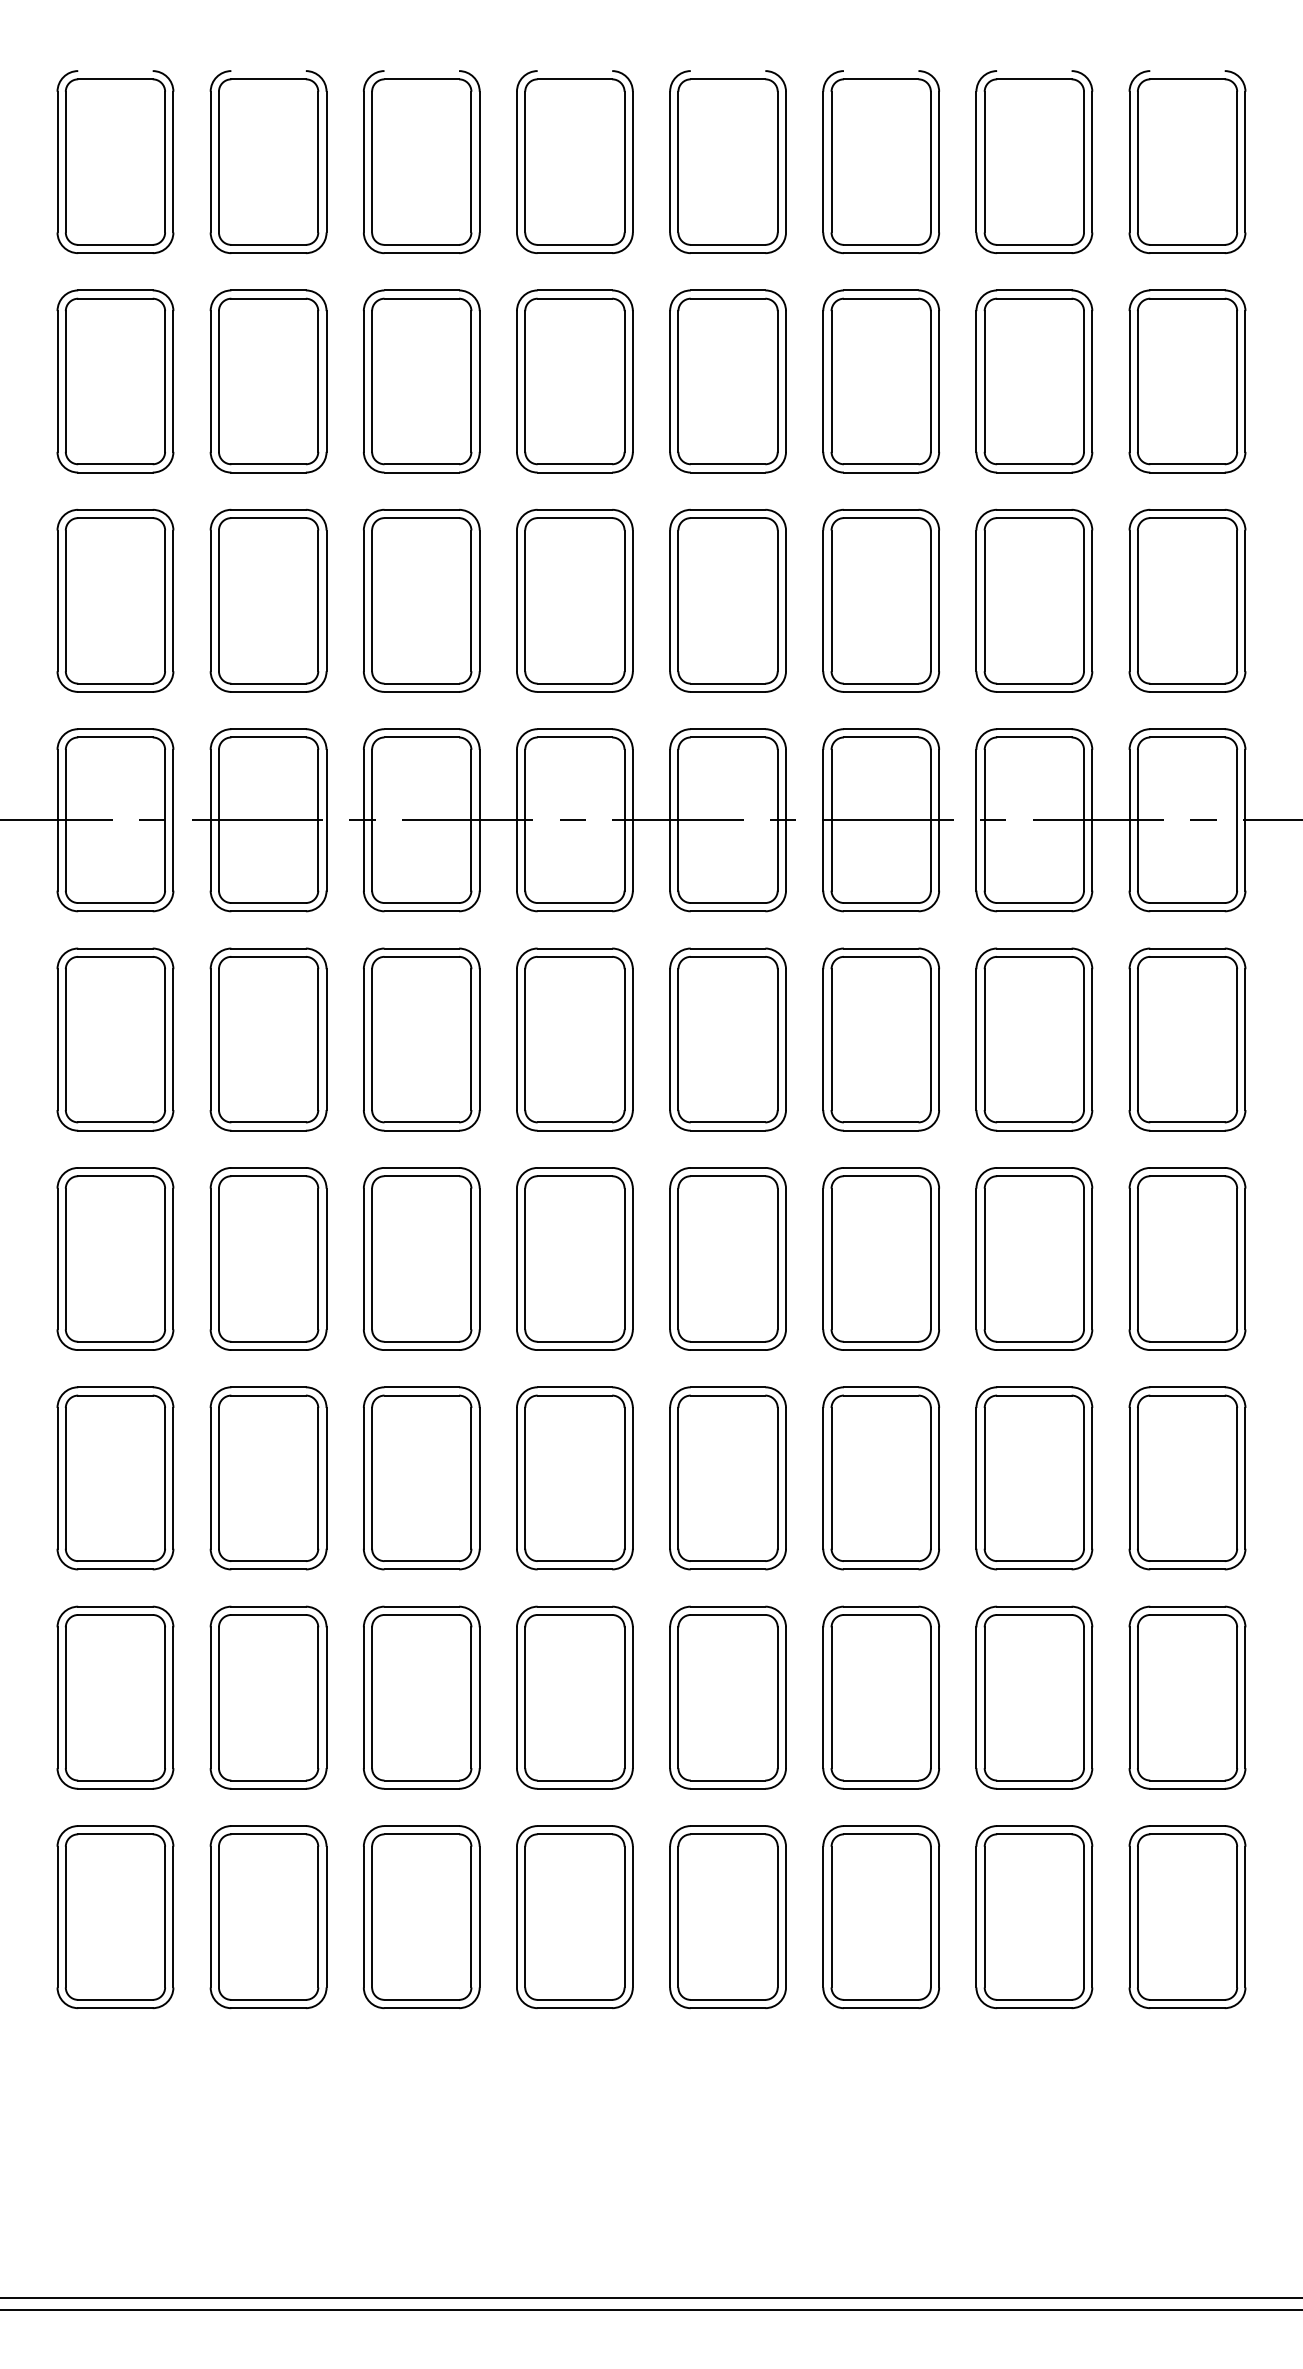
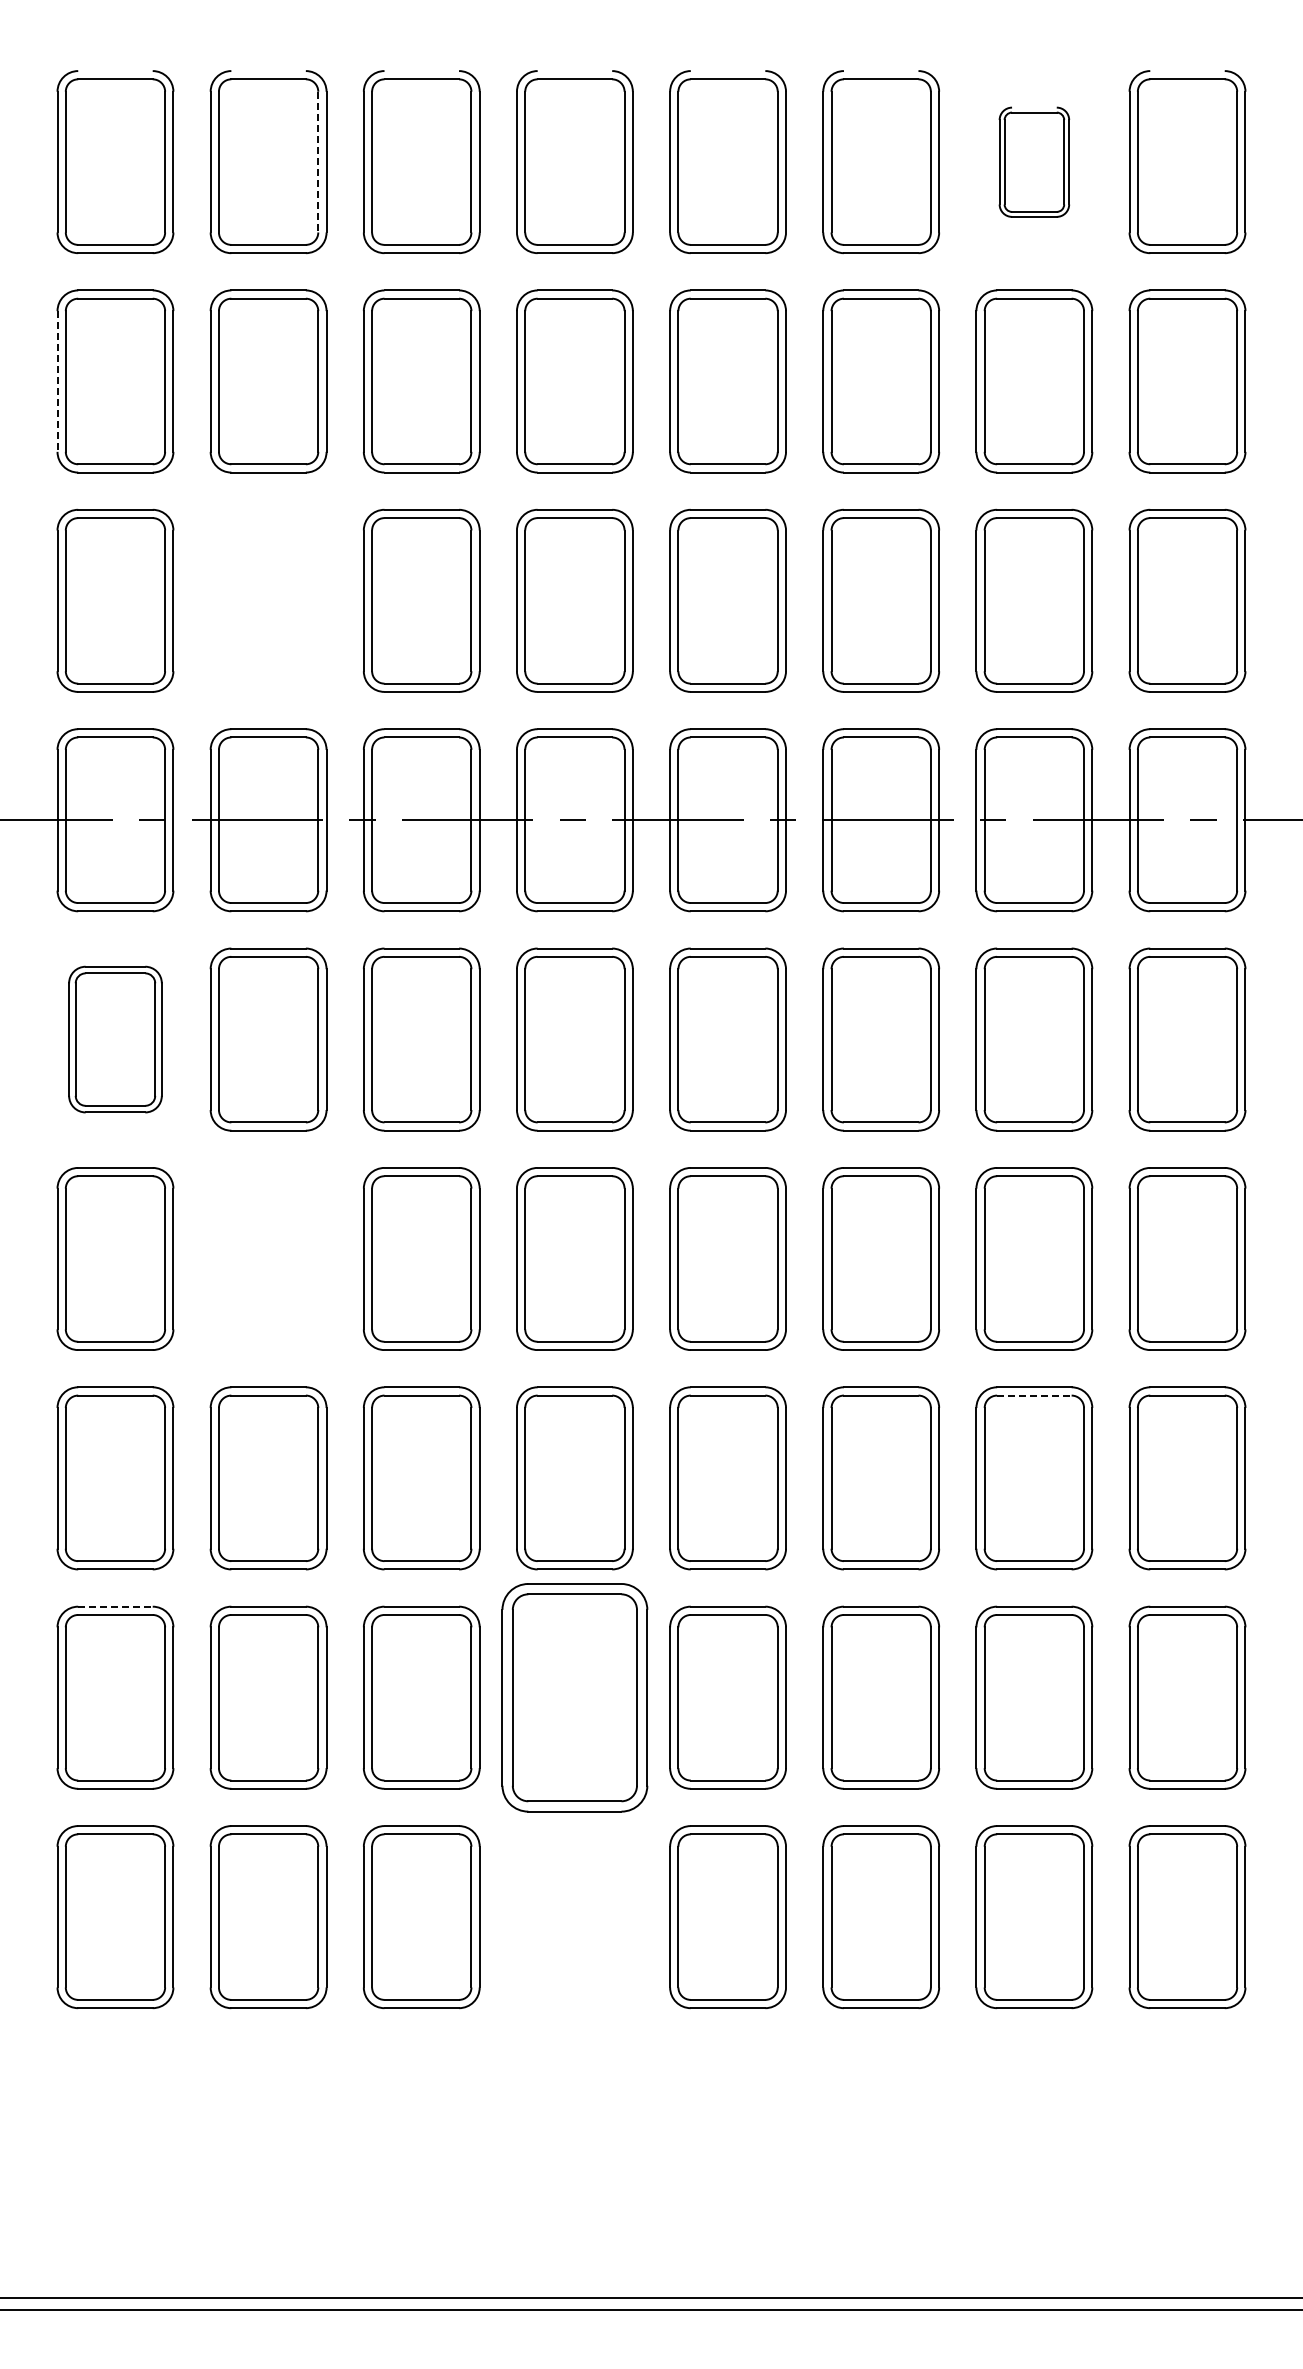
line at (318, 162): solid -> dashed
part at (1034, 162) size: 119x185 px -> 73x112 px
line at (57, 382): solid -> dashed
part at (268, 600): present -> none
part at (115, 1039) size: 119x185 px -> 95x149 px
part at (268, 1258): present -> none
line at (1034, 1395): solid -> dashed
line at (115, 1606): solid -> dashed
part at (574, 1697) size: 118x185 px -> 148x230 px
part at (574, 1916): present -> none
